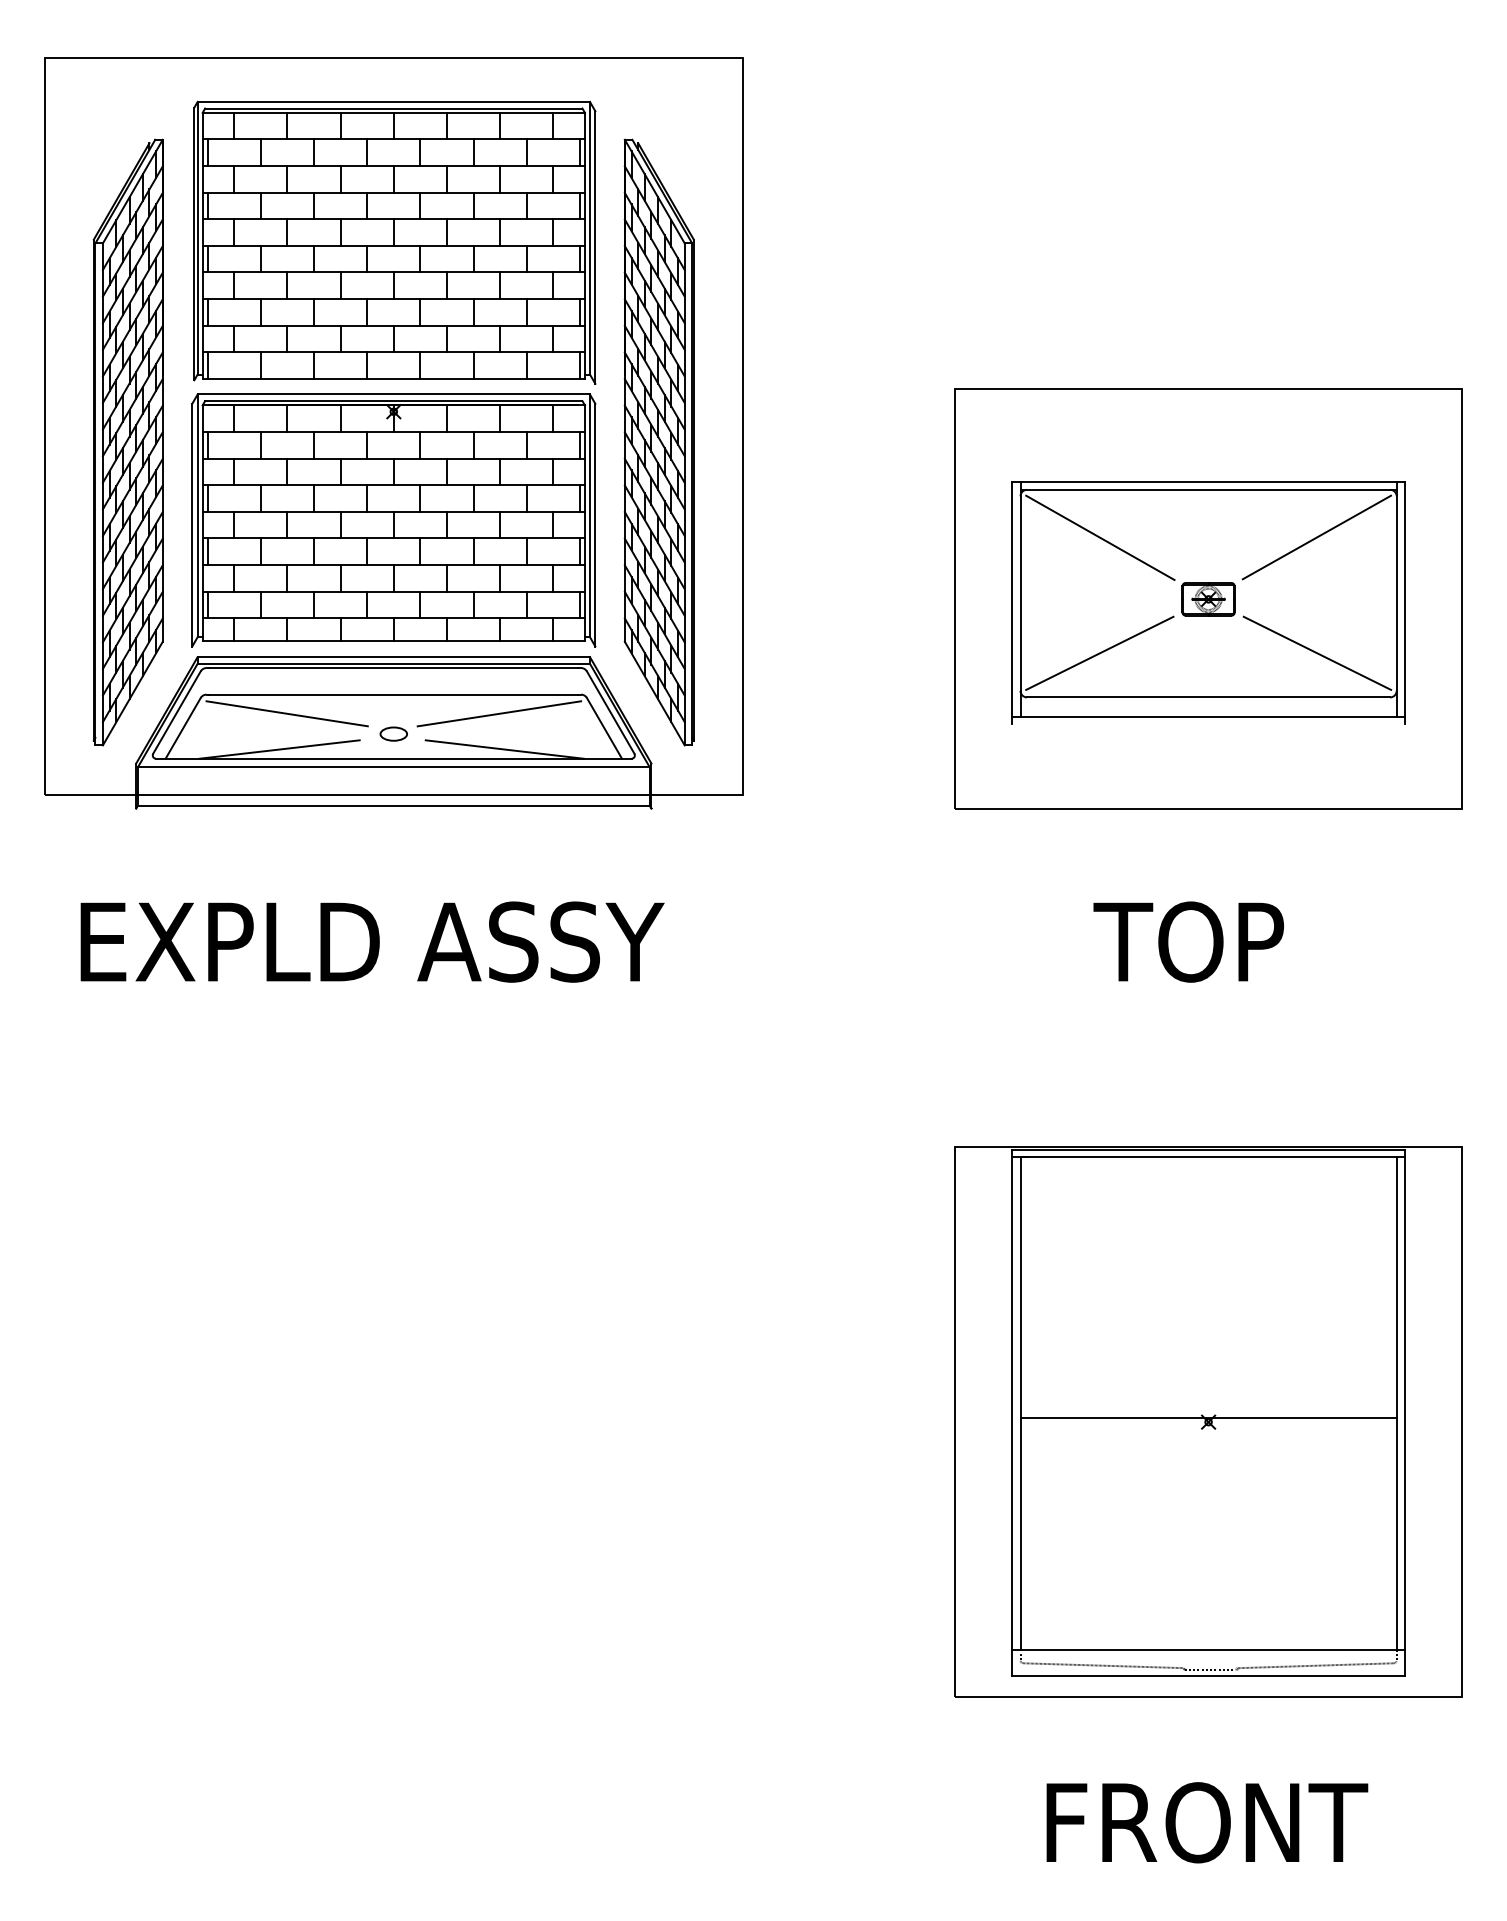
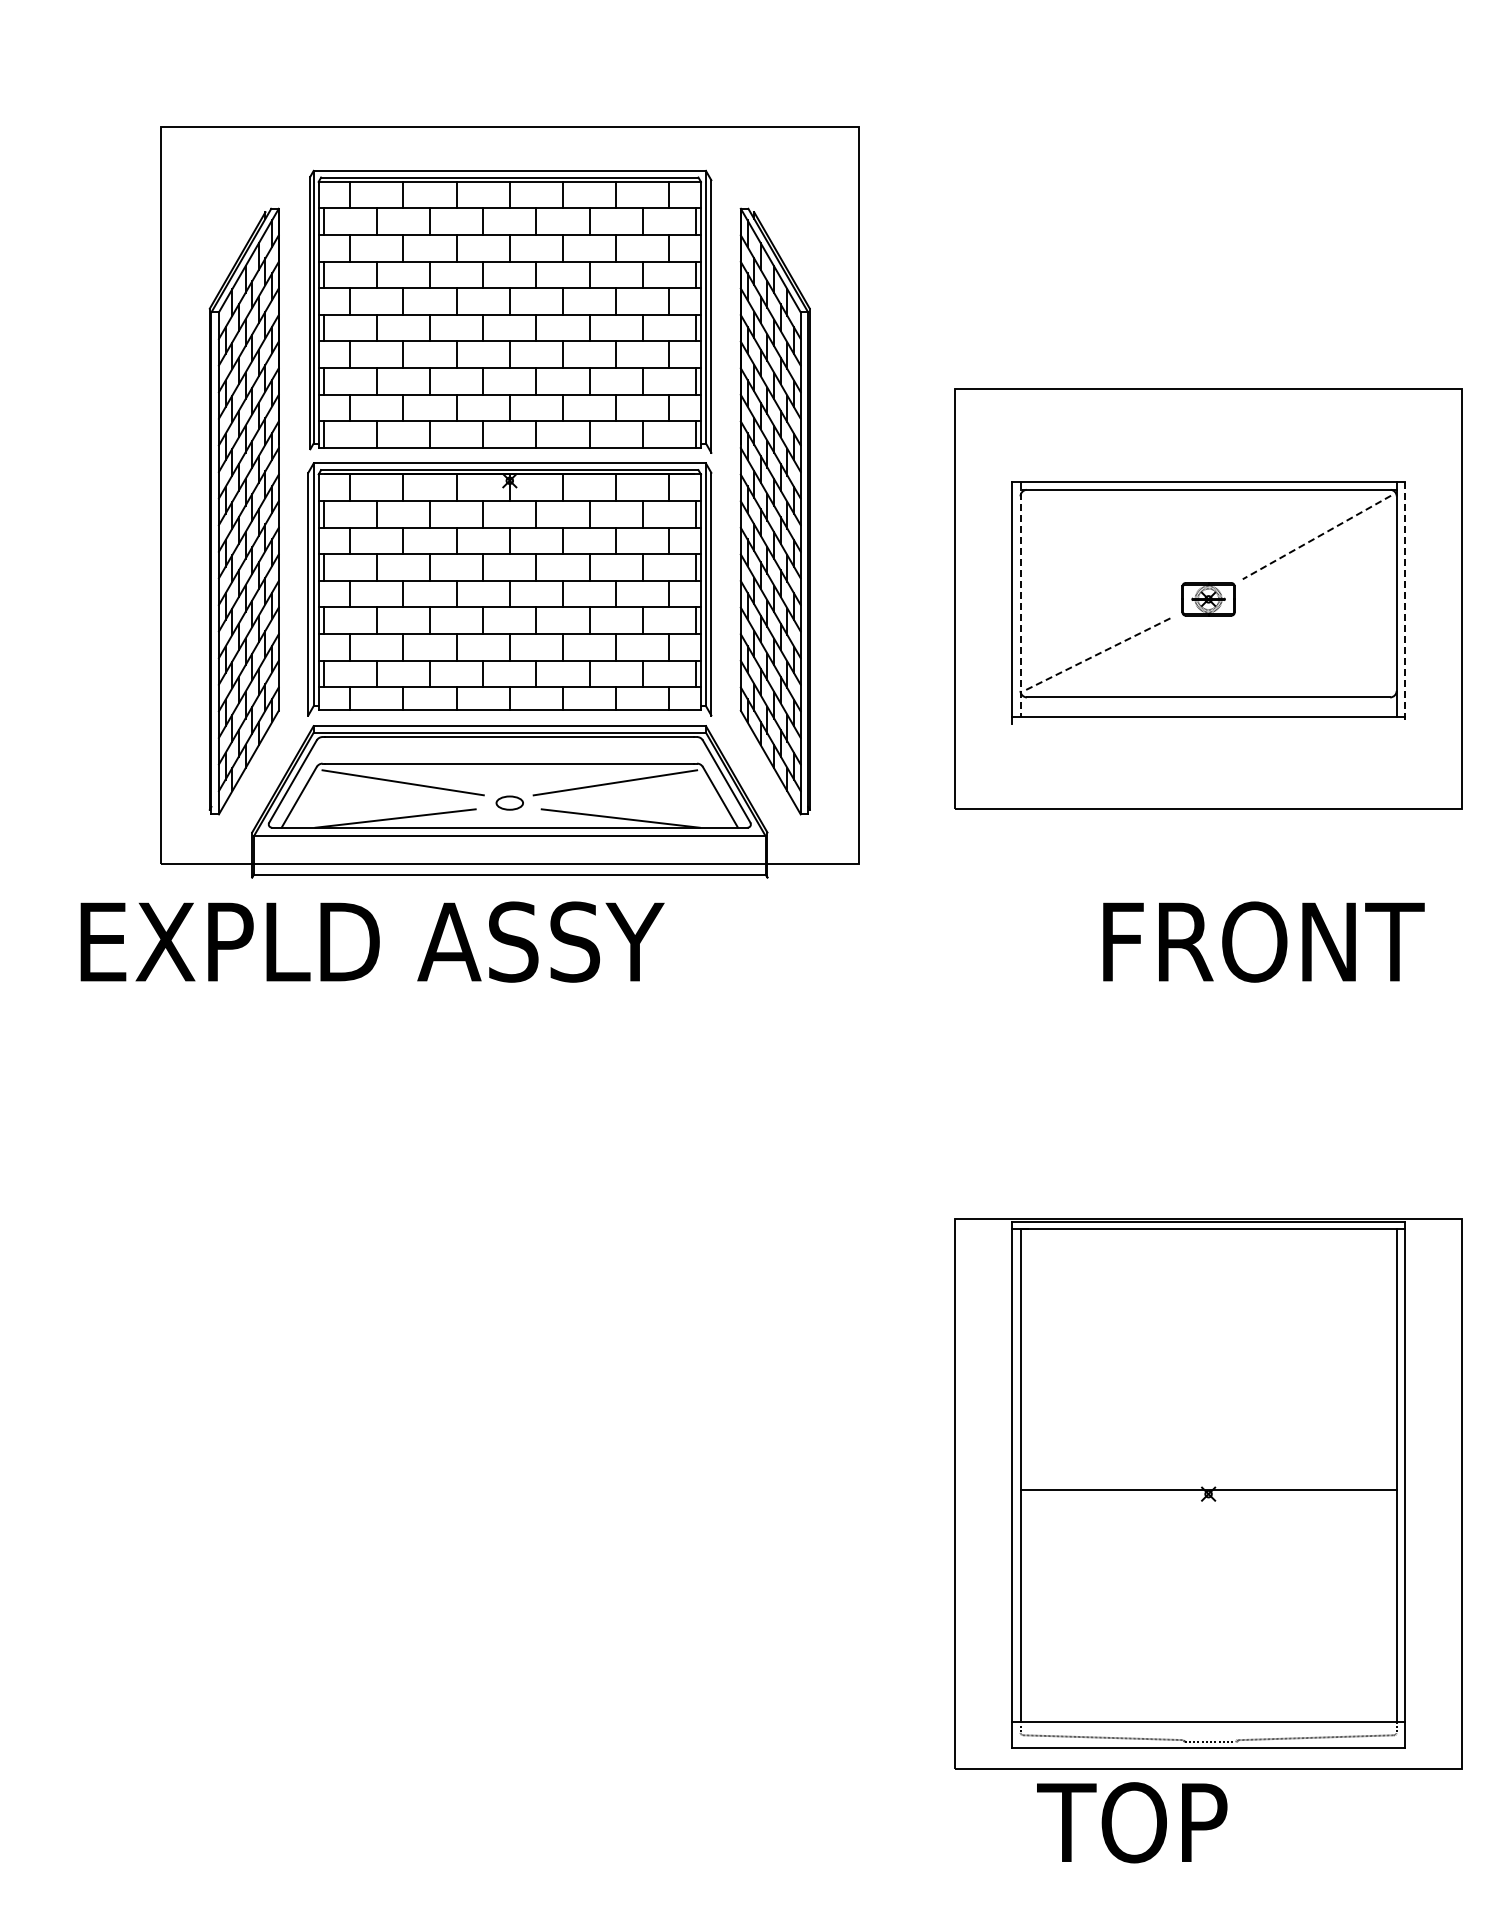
part at (393, 433) position: (393, 433) -> (509, 502)
line at (1100, 537): present -> none
line at (1316, 537): solid -> dashed
line at (1020, 599): solid -> dashed
line at (1404, 602): solid -> dashed
line at (1317, 652): present -> none
line at (1100, 653): solid -> dashed
text at (1258, 941): TOP -> FRONT
part at (1208, 1421) position: (1208, 1421) -> (1208, 1493)
text at (1202, 1822): FRONT -> TOP
